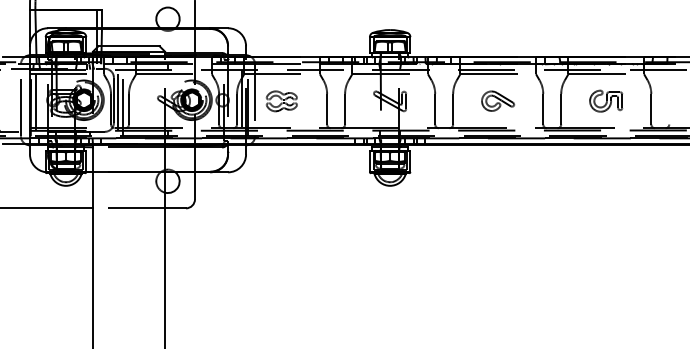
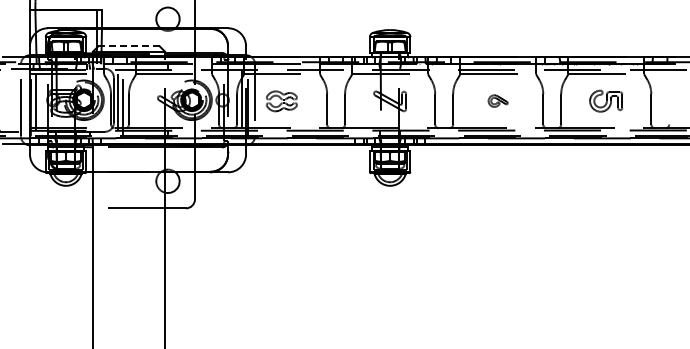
line at (129, 46): solid -> dashed
part at (498, 100) size: 35x22 px -> 22x14 px
line at (47, 208): present -> none
